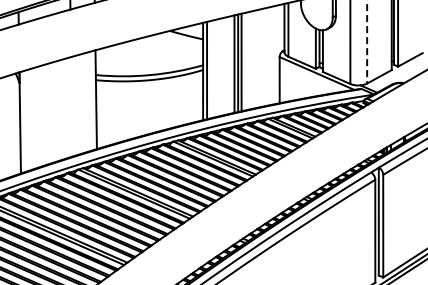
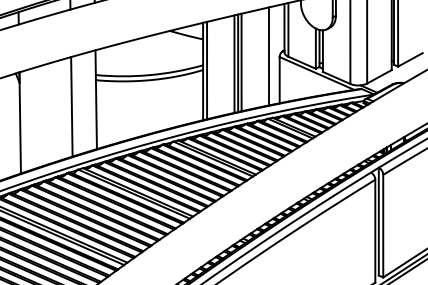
line at (367, 42): dashed -> solid
line at (268, 56): none -> present
line at (71, 106): none -> present
